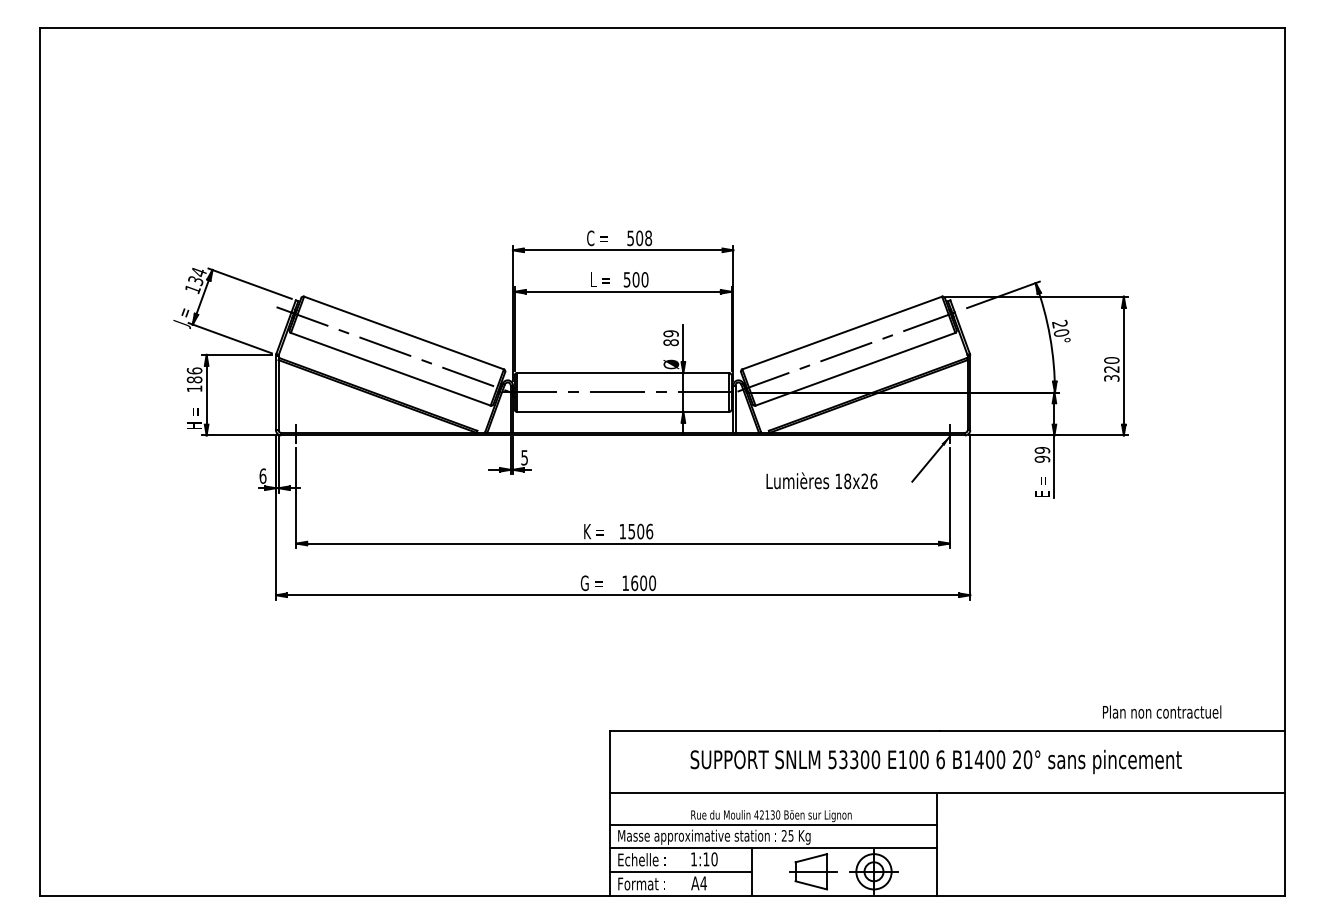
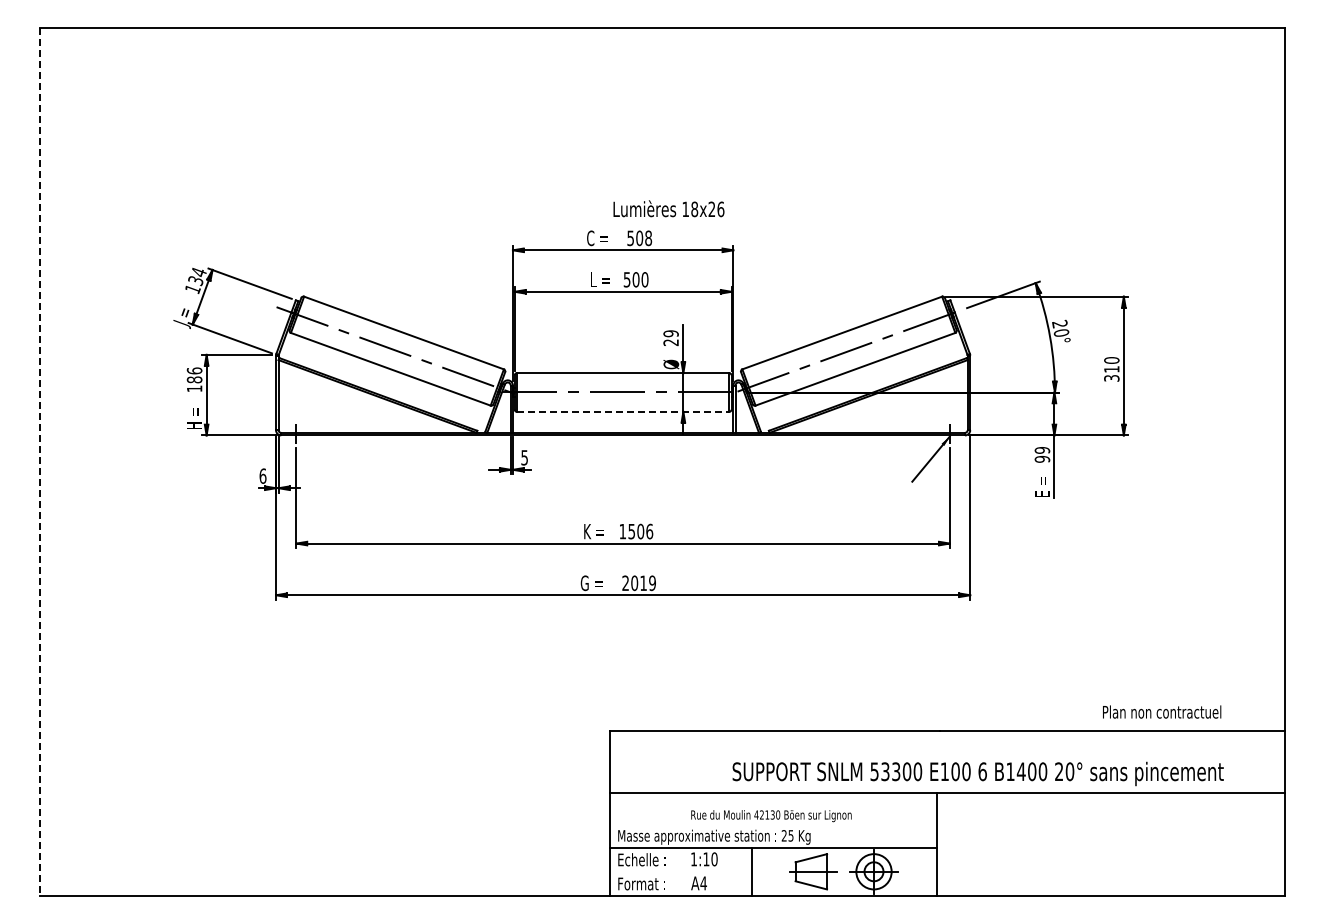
text at (670, 342): 89 -> 29
text at (1111, 369): 320 -> 310
line at (623, 411): solid -> dashed
line at (40, 462): solid -> dashed
text at (821, 480) position: (821, 480) -> (668, 208)
text at (638, 583): 1600 -> 2019
text at (935, 761) position: (935, 761) -> (977, 773)
line at (773, 824): present -> none
line at (680, 872): present -> none
